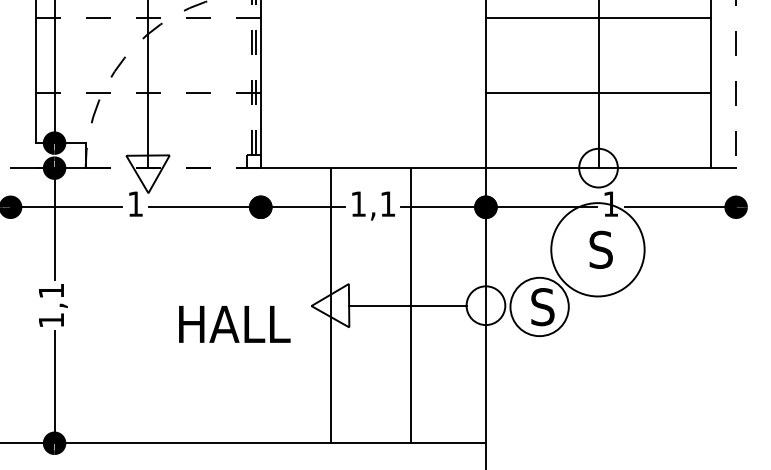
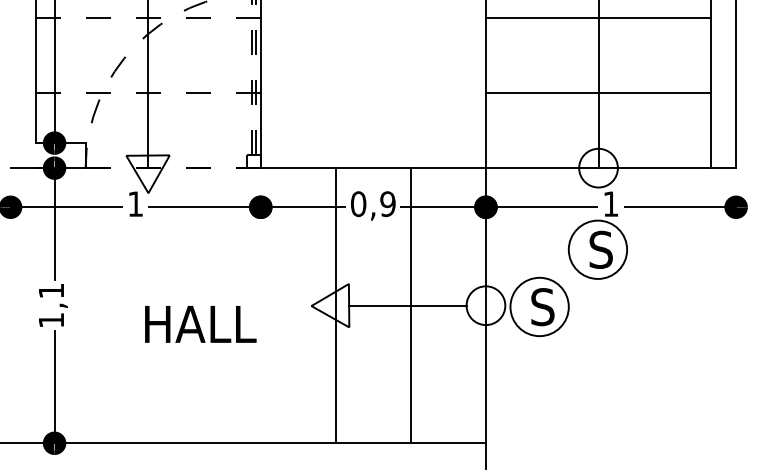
line at (736, 84): dashed -> solid
text at (372, 204): 1,1 -> 0,9
circle at (597, 249) diameter: 93 px -> 58 px
line at (330, 305) position: (330, 305) -> (335, 305)
text at (234, 324) position: (234, 324) -> (200, 324)
